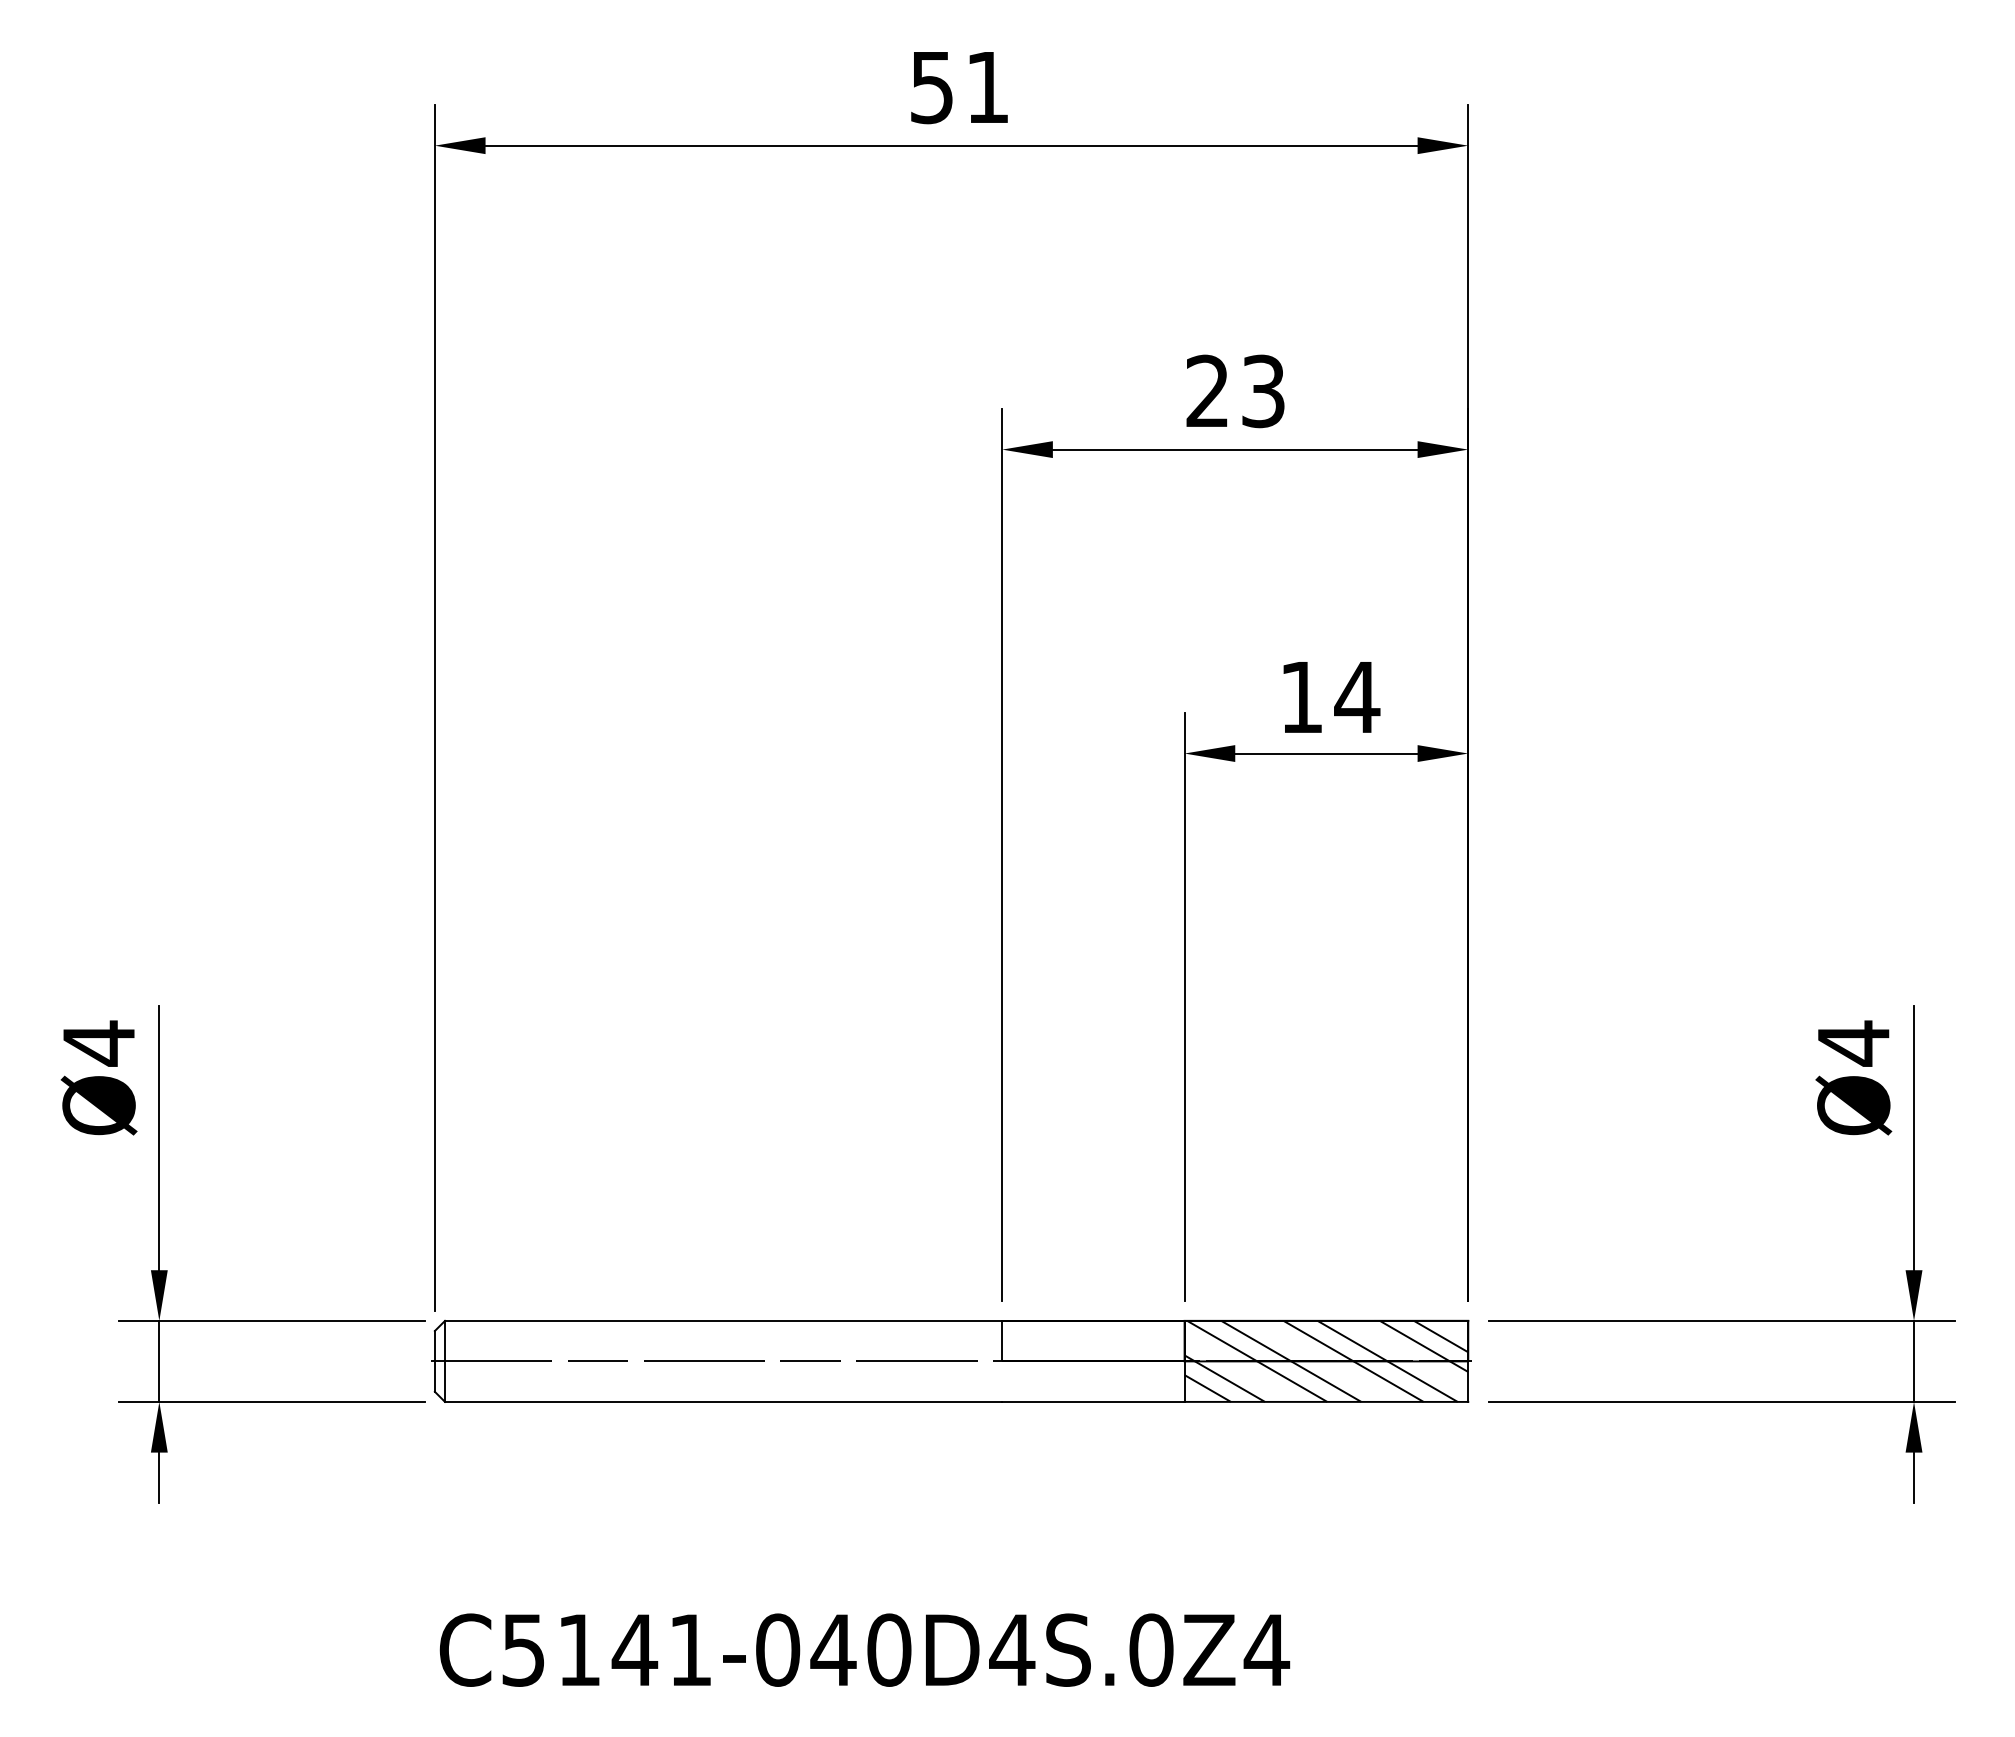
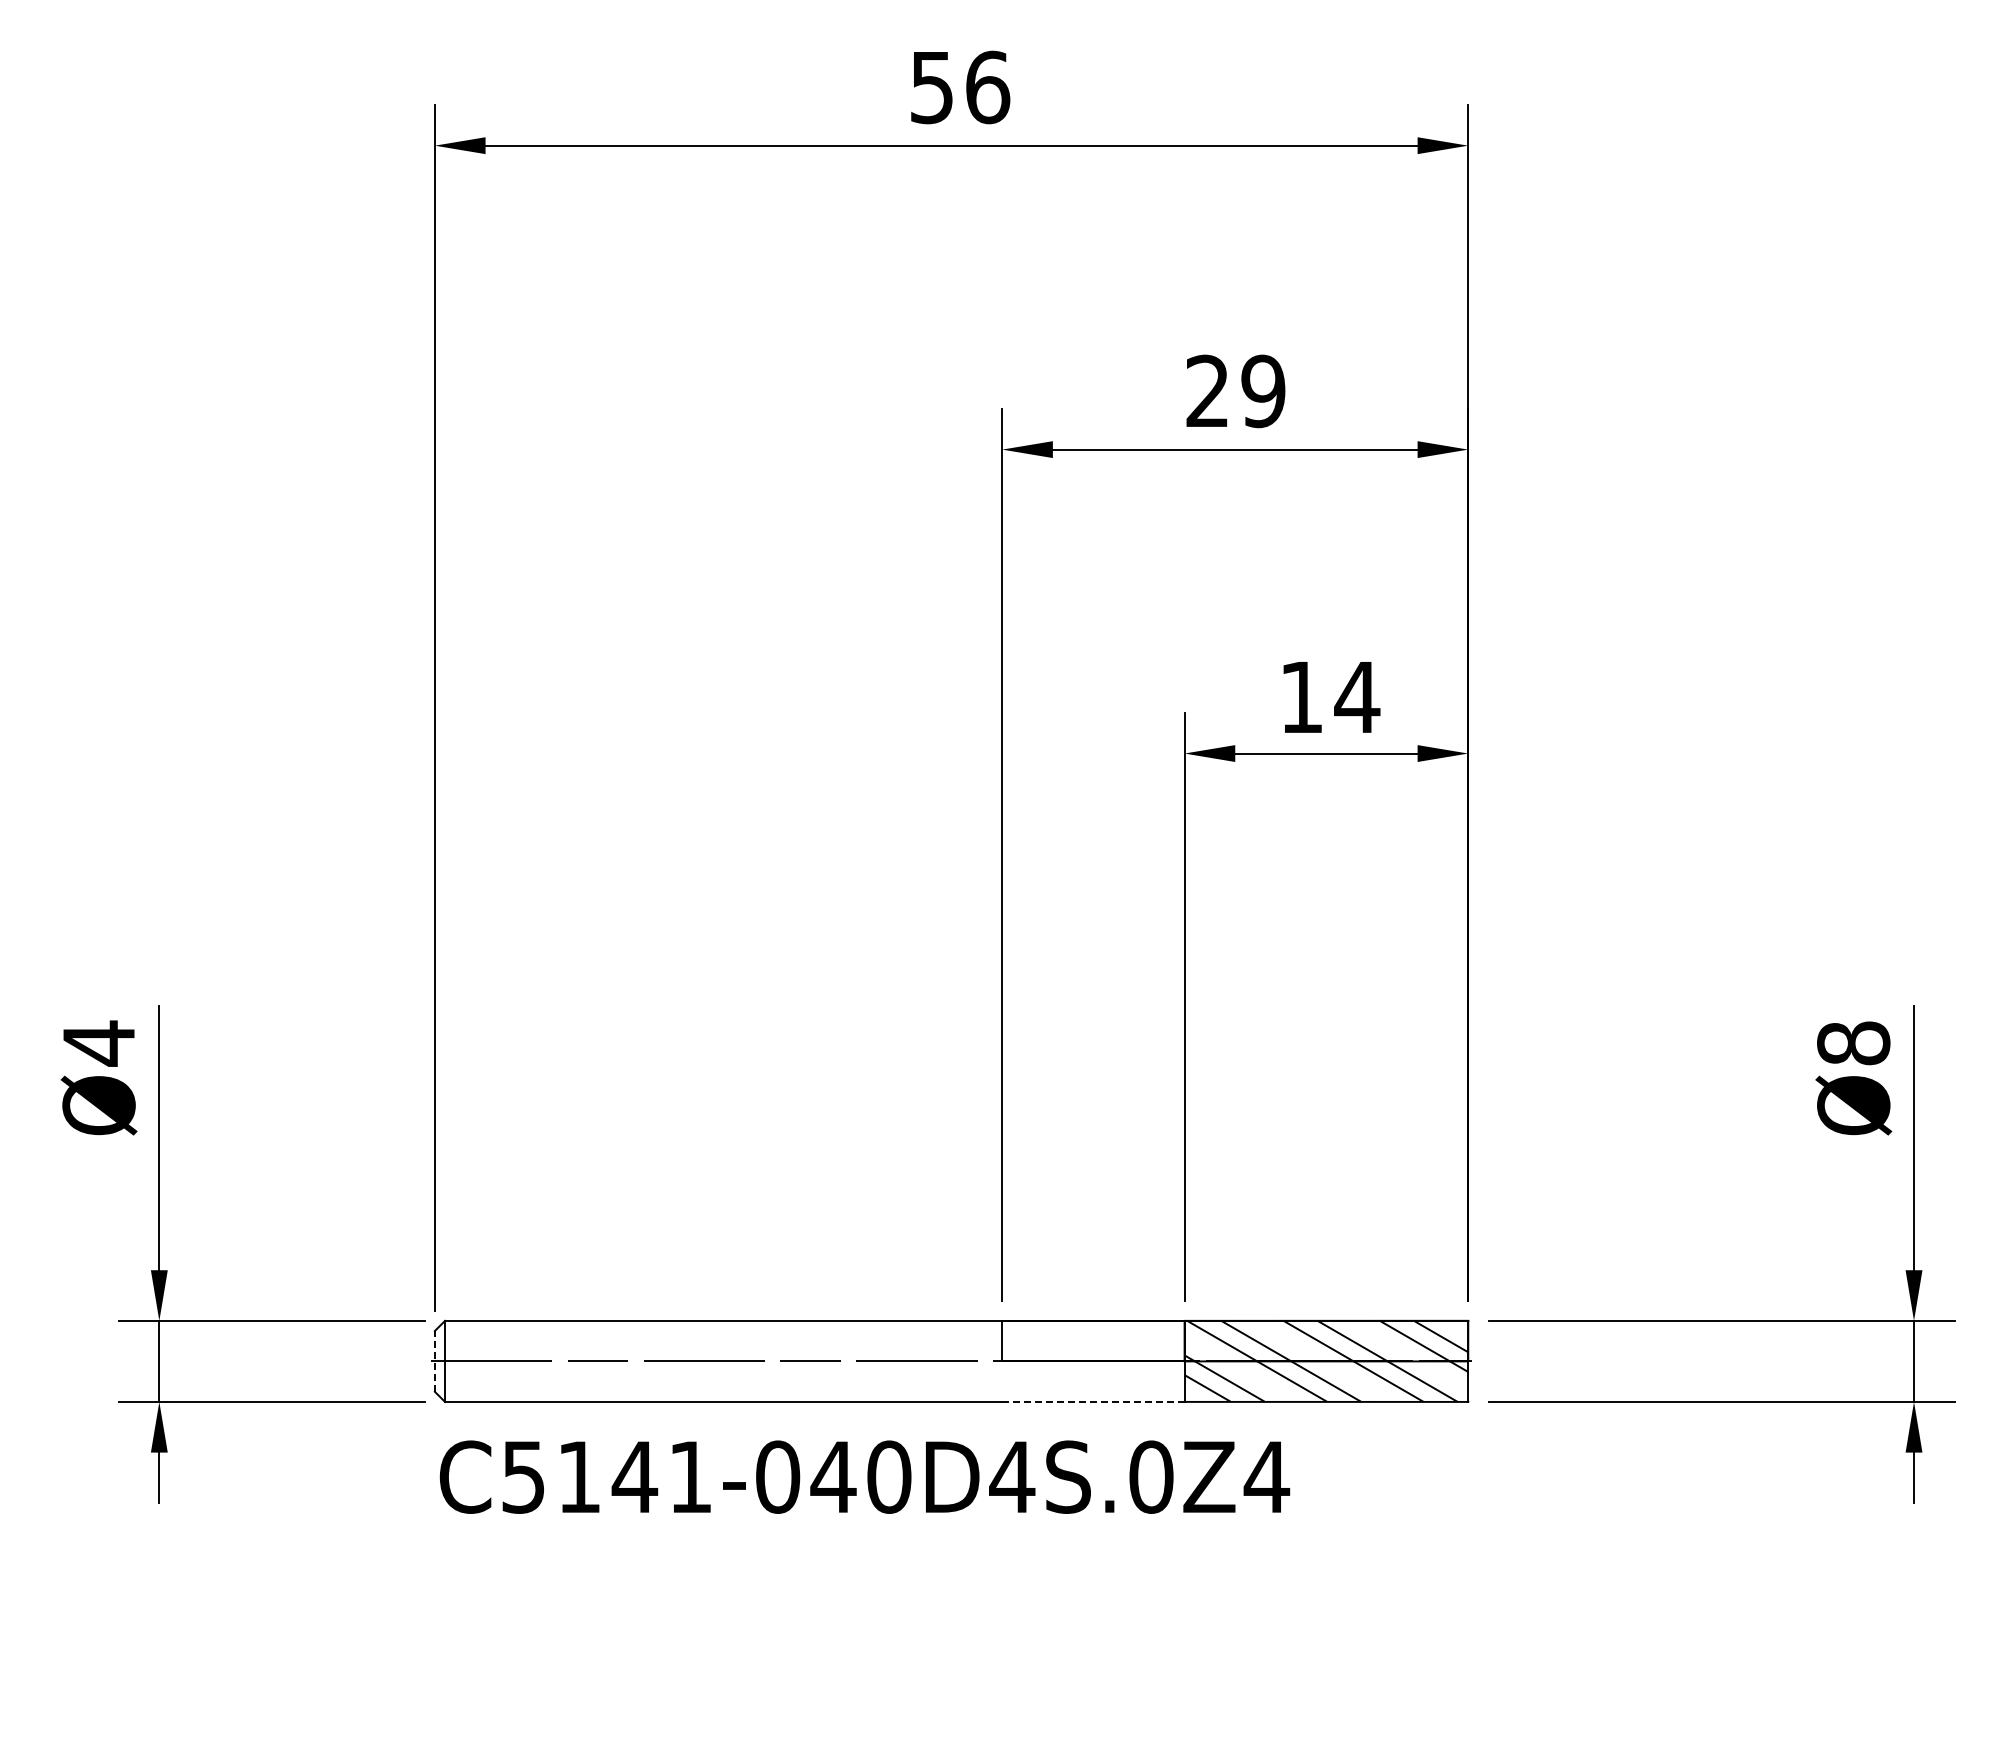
text at (988, 87): 51 -> 56
text at (1263, 391): 23 -> 29
text at (1853, 1043): Ø4 -> Ø8
line at (434, 1360): solid -> dashed
line at (1093, 1401): solid -> dashed
text at (864, 1649) position: (864, 1649) -> (864, 1476)
